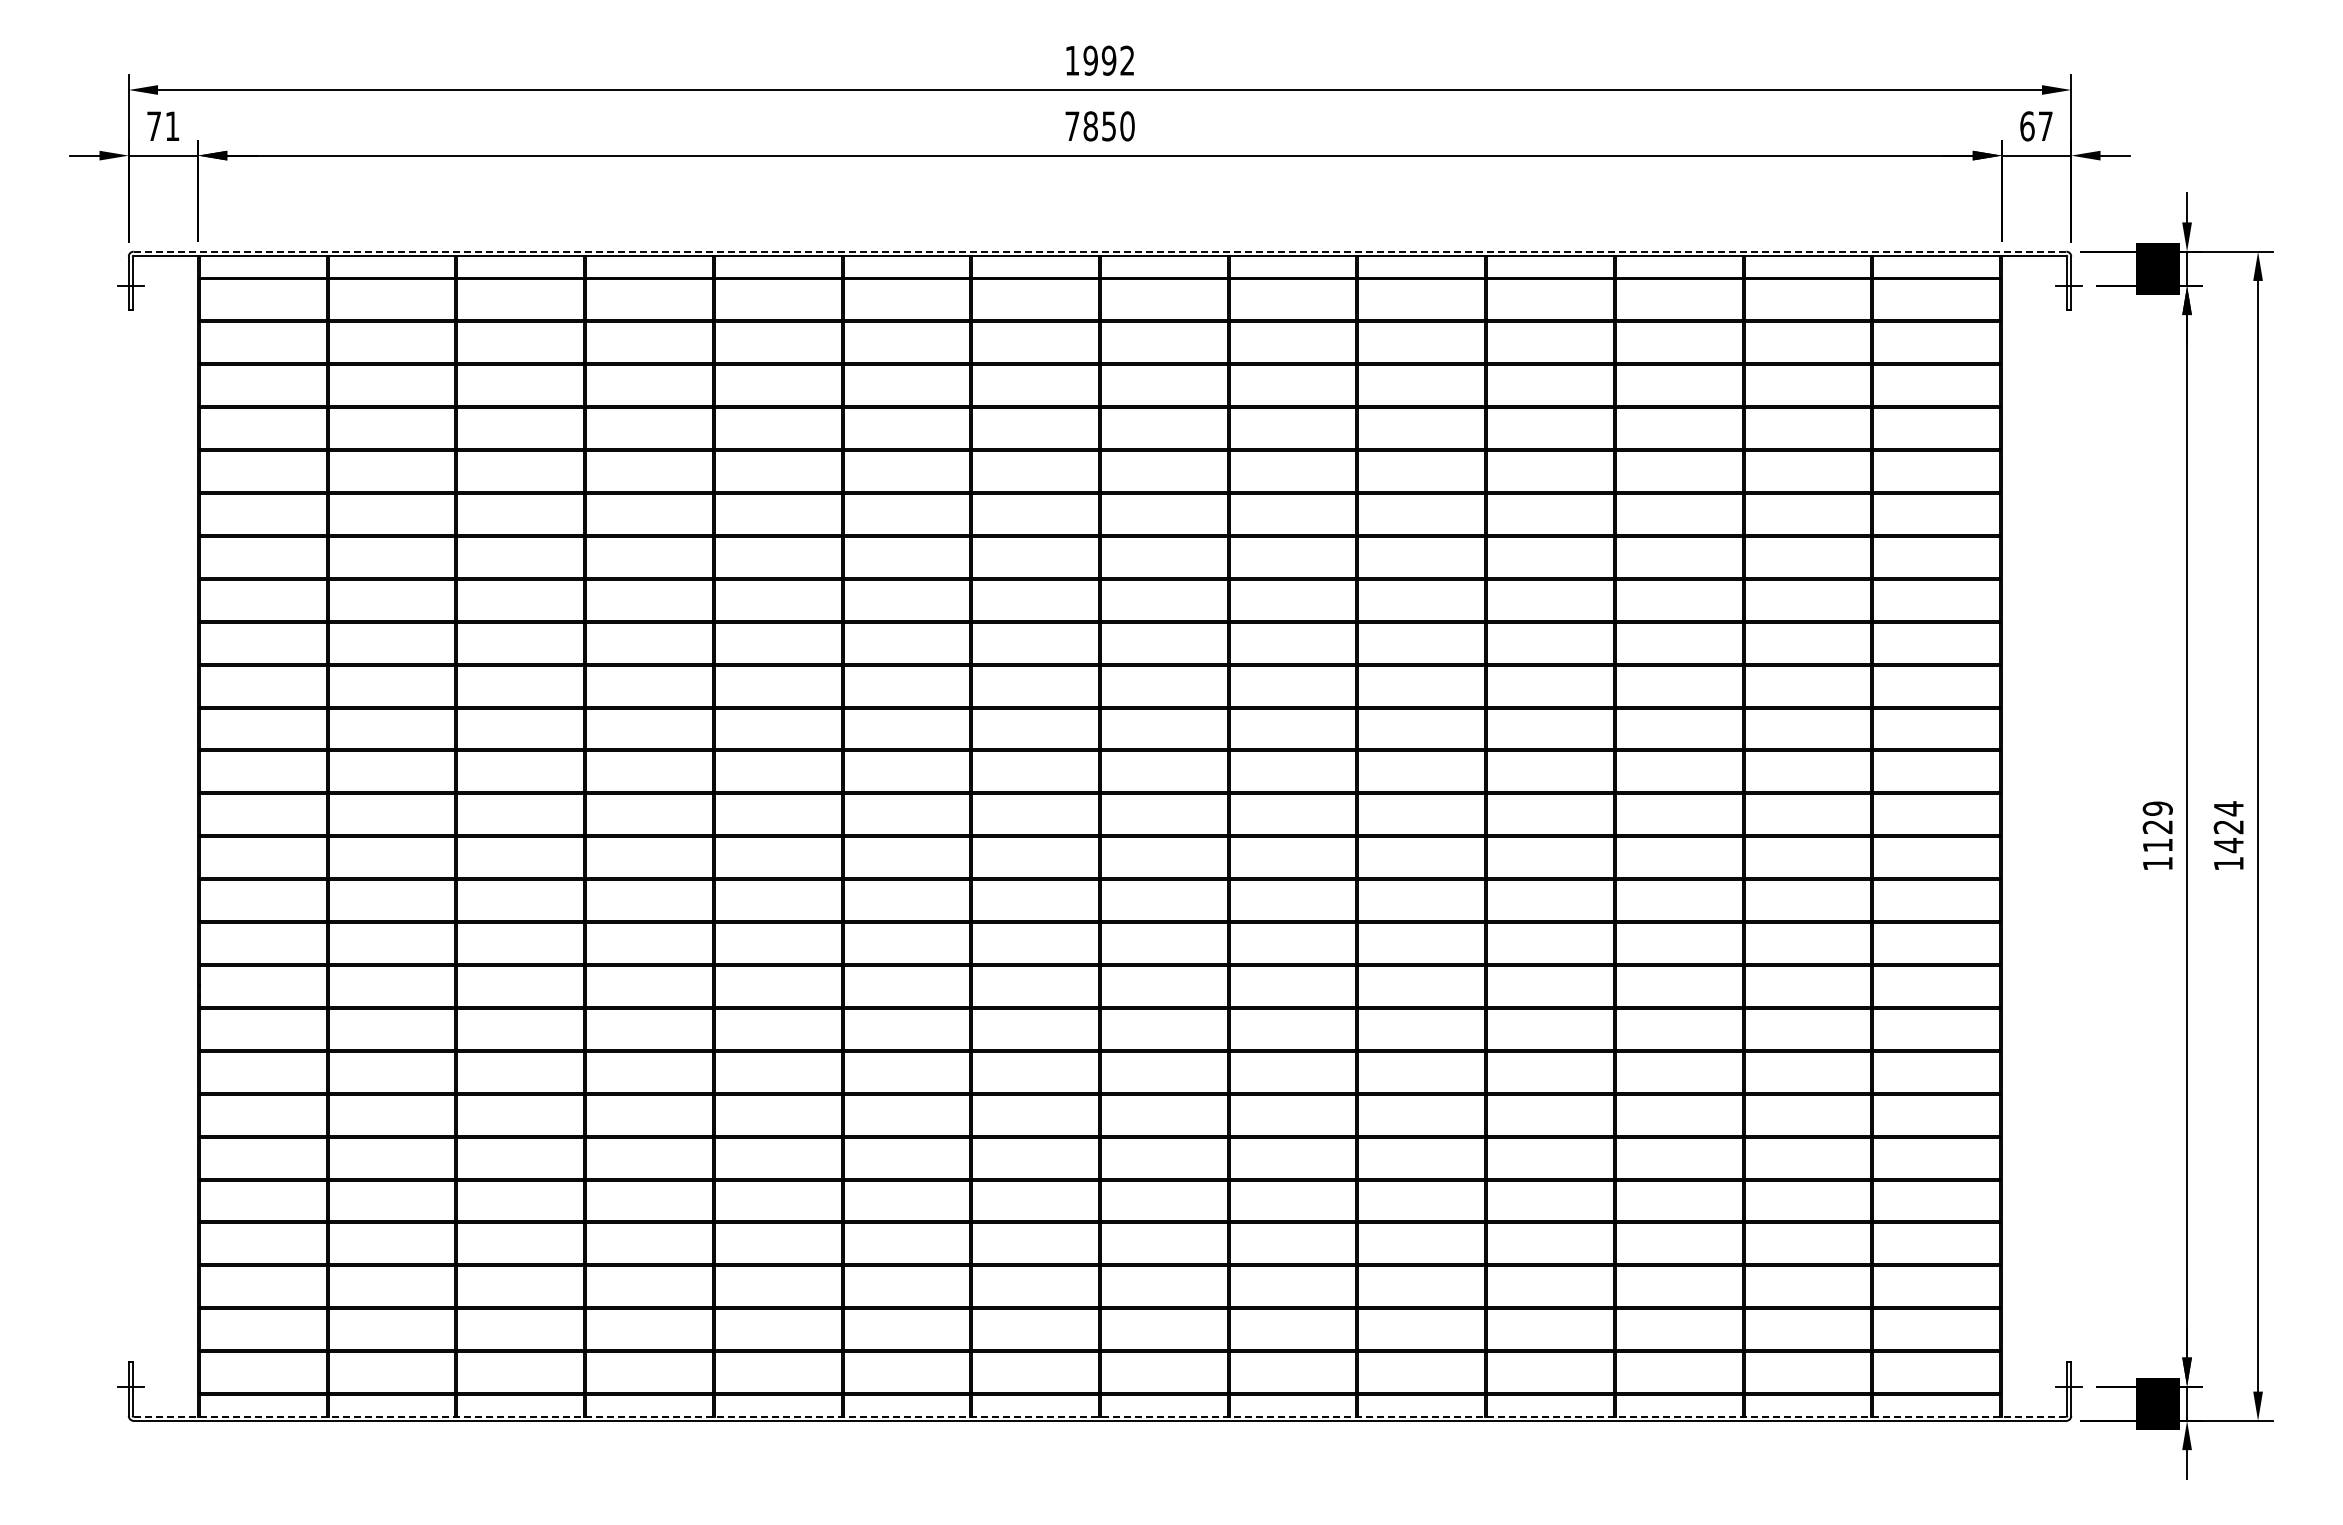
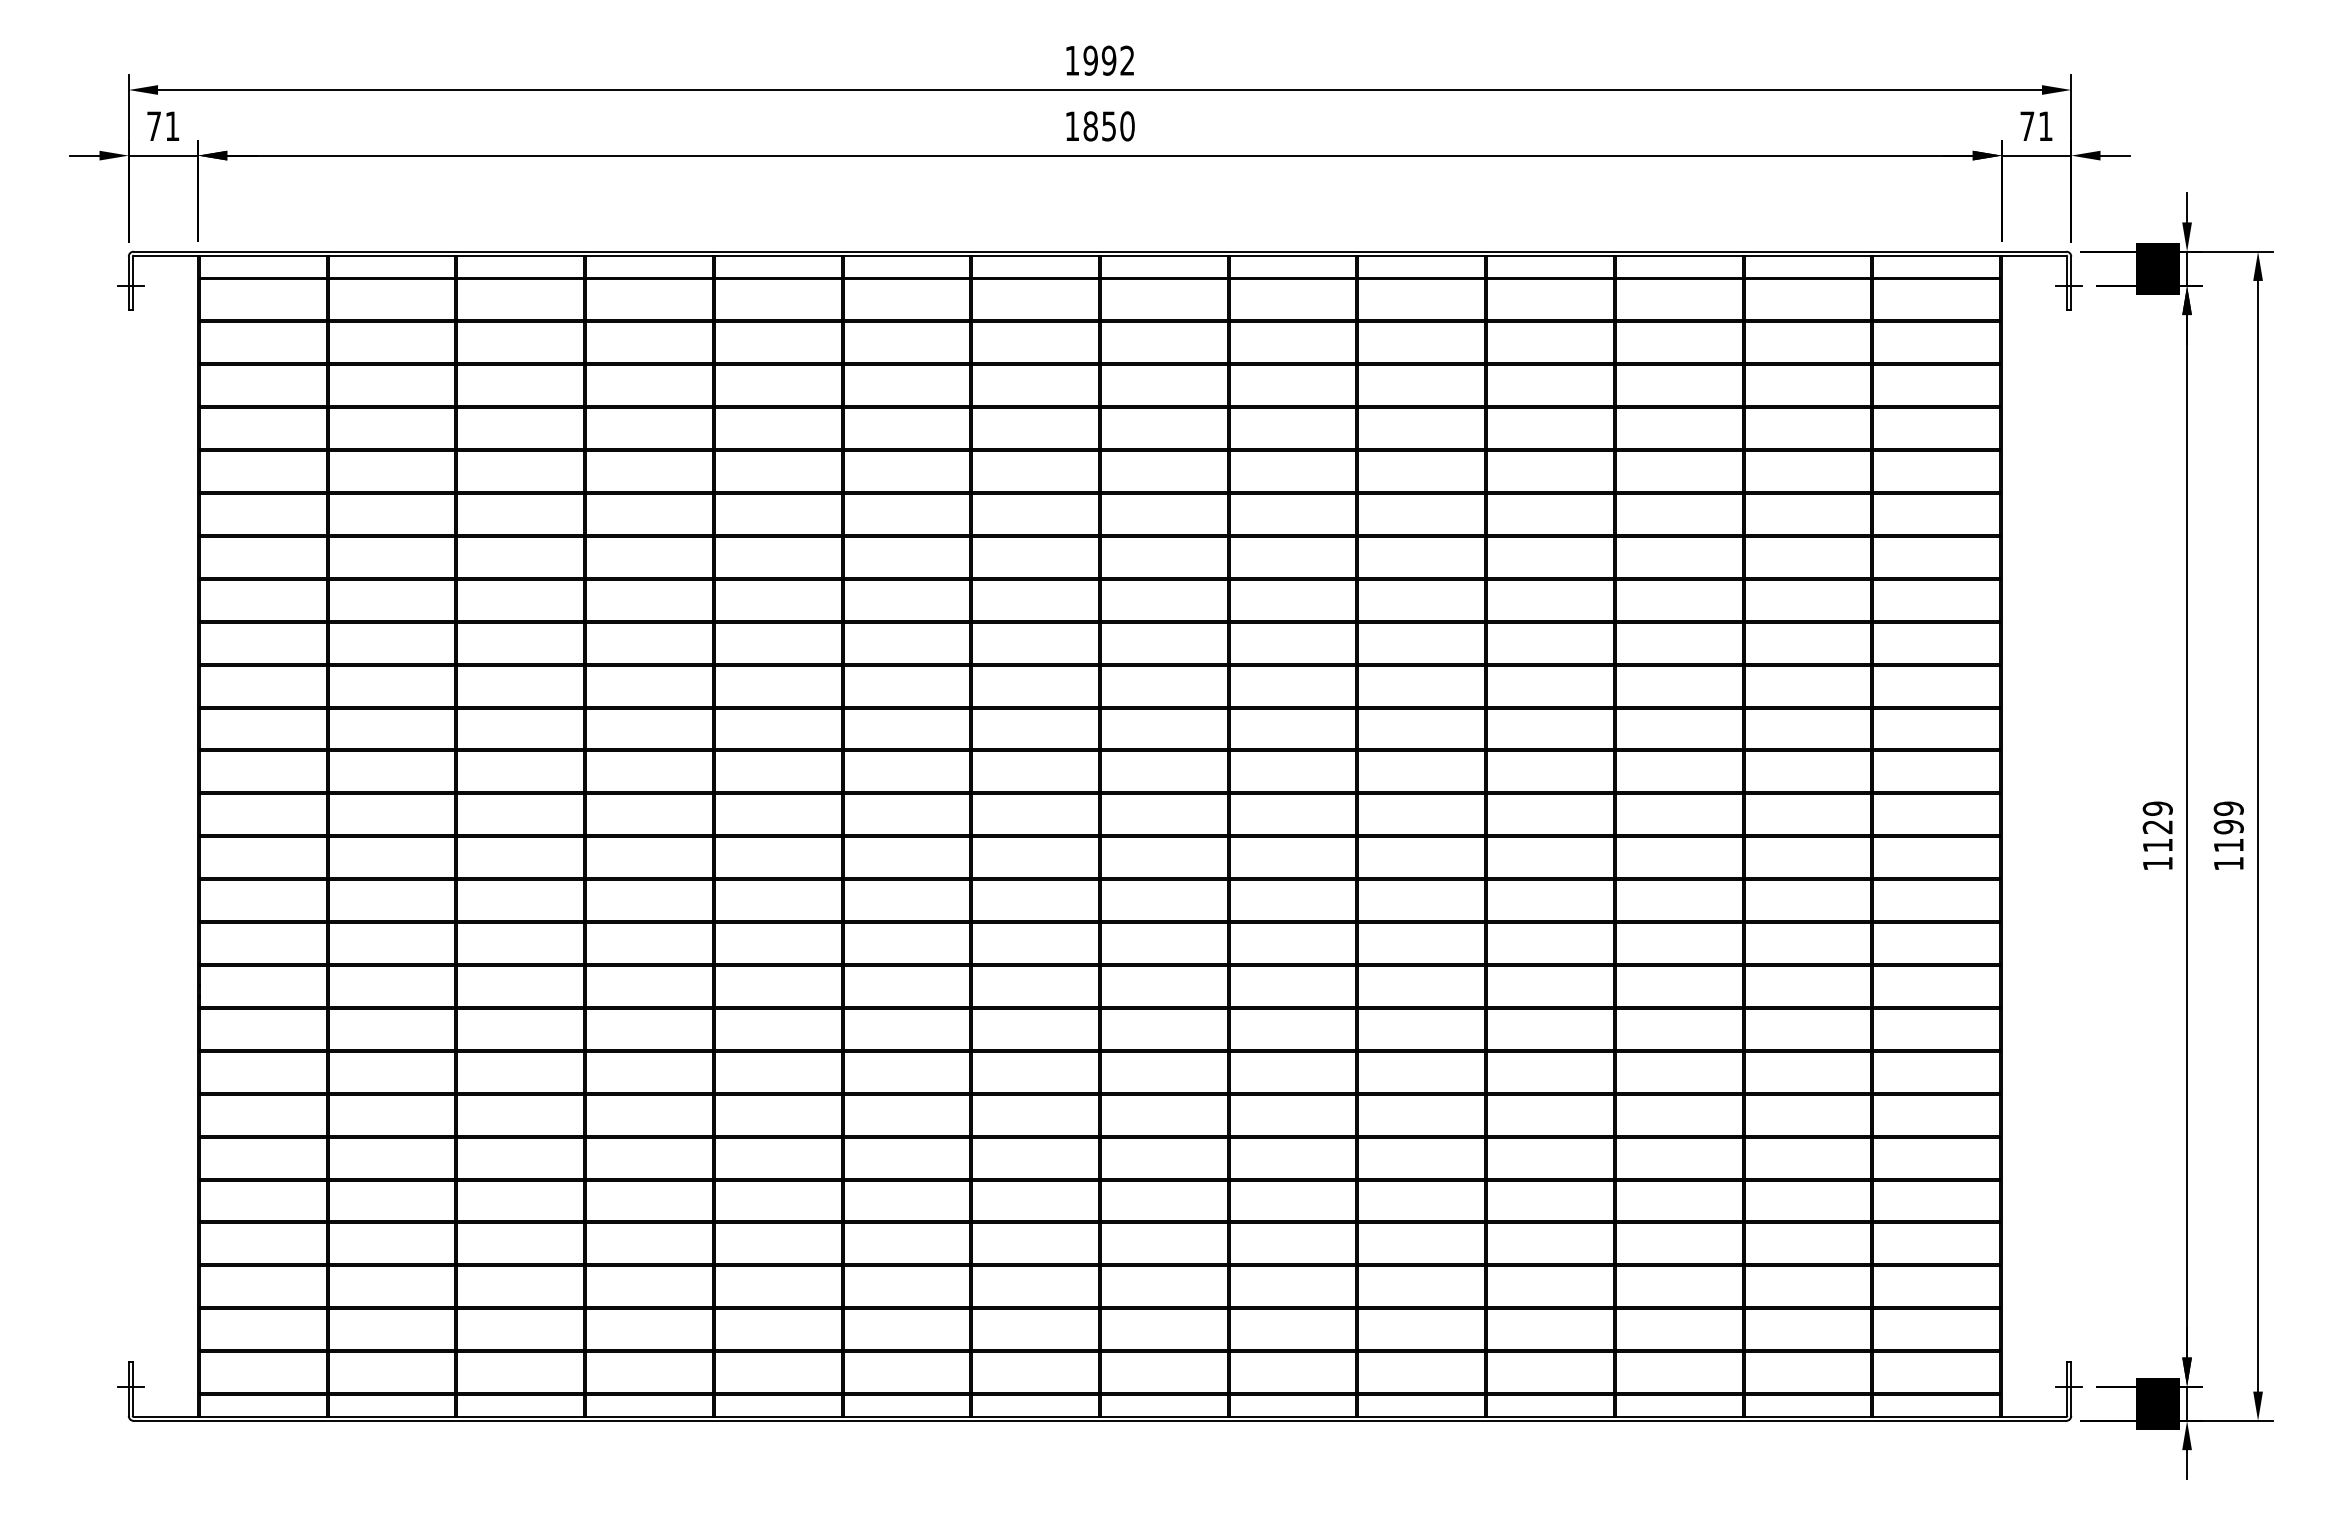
text at (1072, 125): 7850 -> 1850
text at (2036, 126): 67 -> 71
line at (1100, 251): dashed -> solid
text at (2228, 827): 1424 -> 1199
line at (1100, 1416): dashed -> solid
